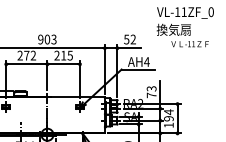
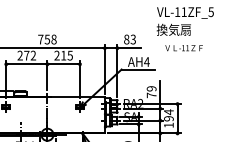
text at (210, 11): VL-11ZF_0 -> VL-11ZF_5
text at (47, 39): 903 -> 758
text at (129, 39): 52 -> 83
text at (189, 44) position: (189, 44) -> (183, 48)
text at (151, 88): 73 -> 79
